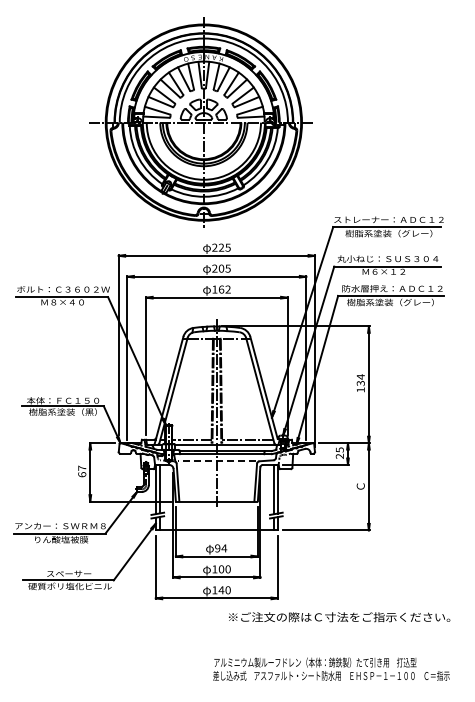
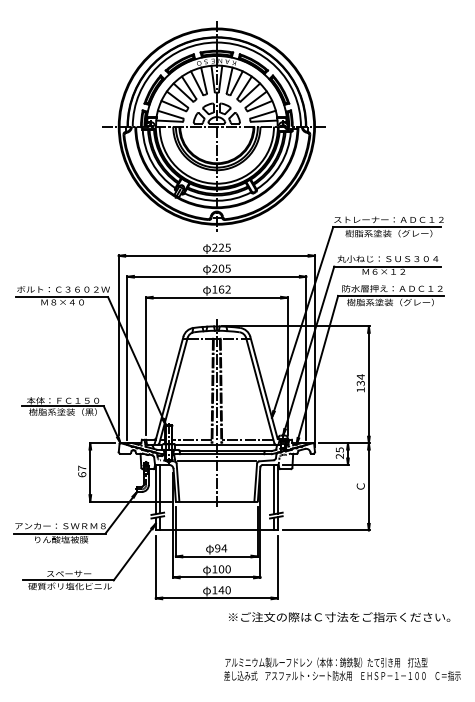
part at (200, 122) position: (200, 122) -> (213, 126)
line at (216, 461): dashed -> solid
text at (331, 668) position: (331, 668) -> (342, 668)
